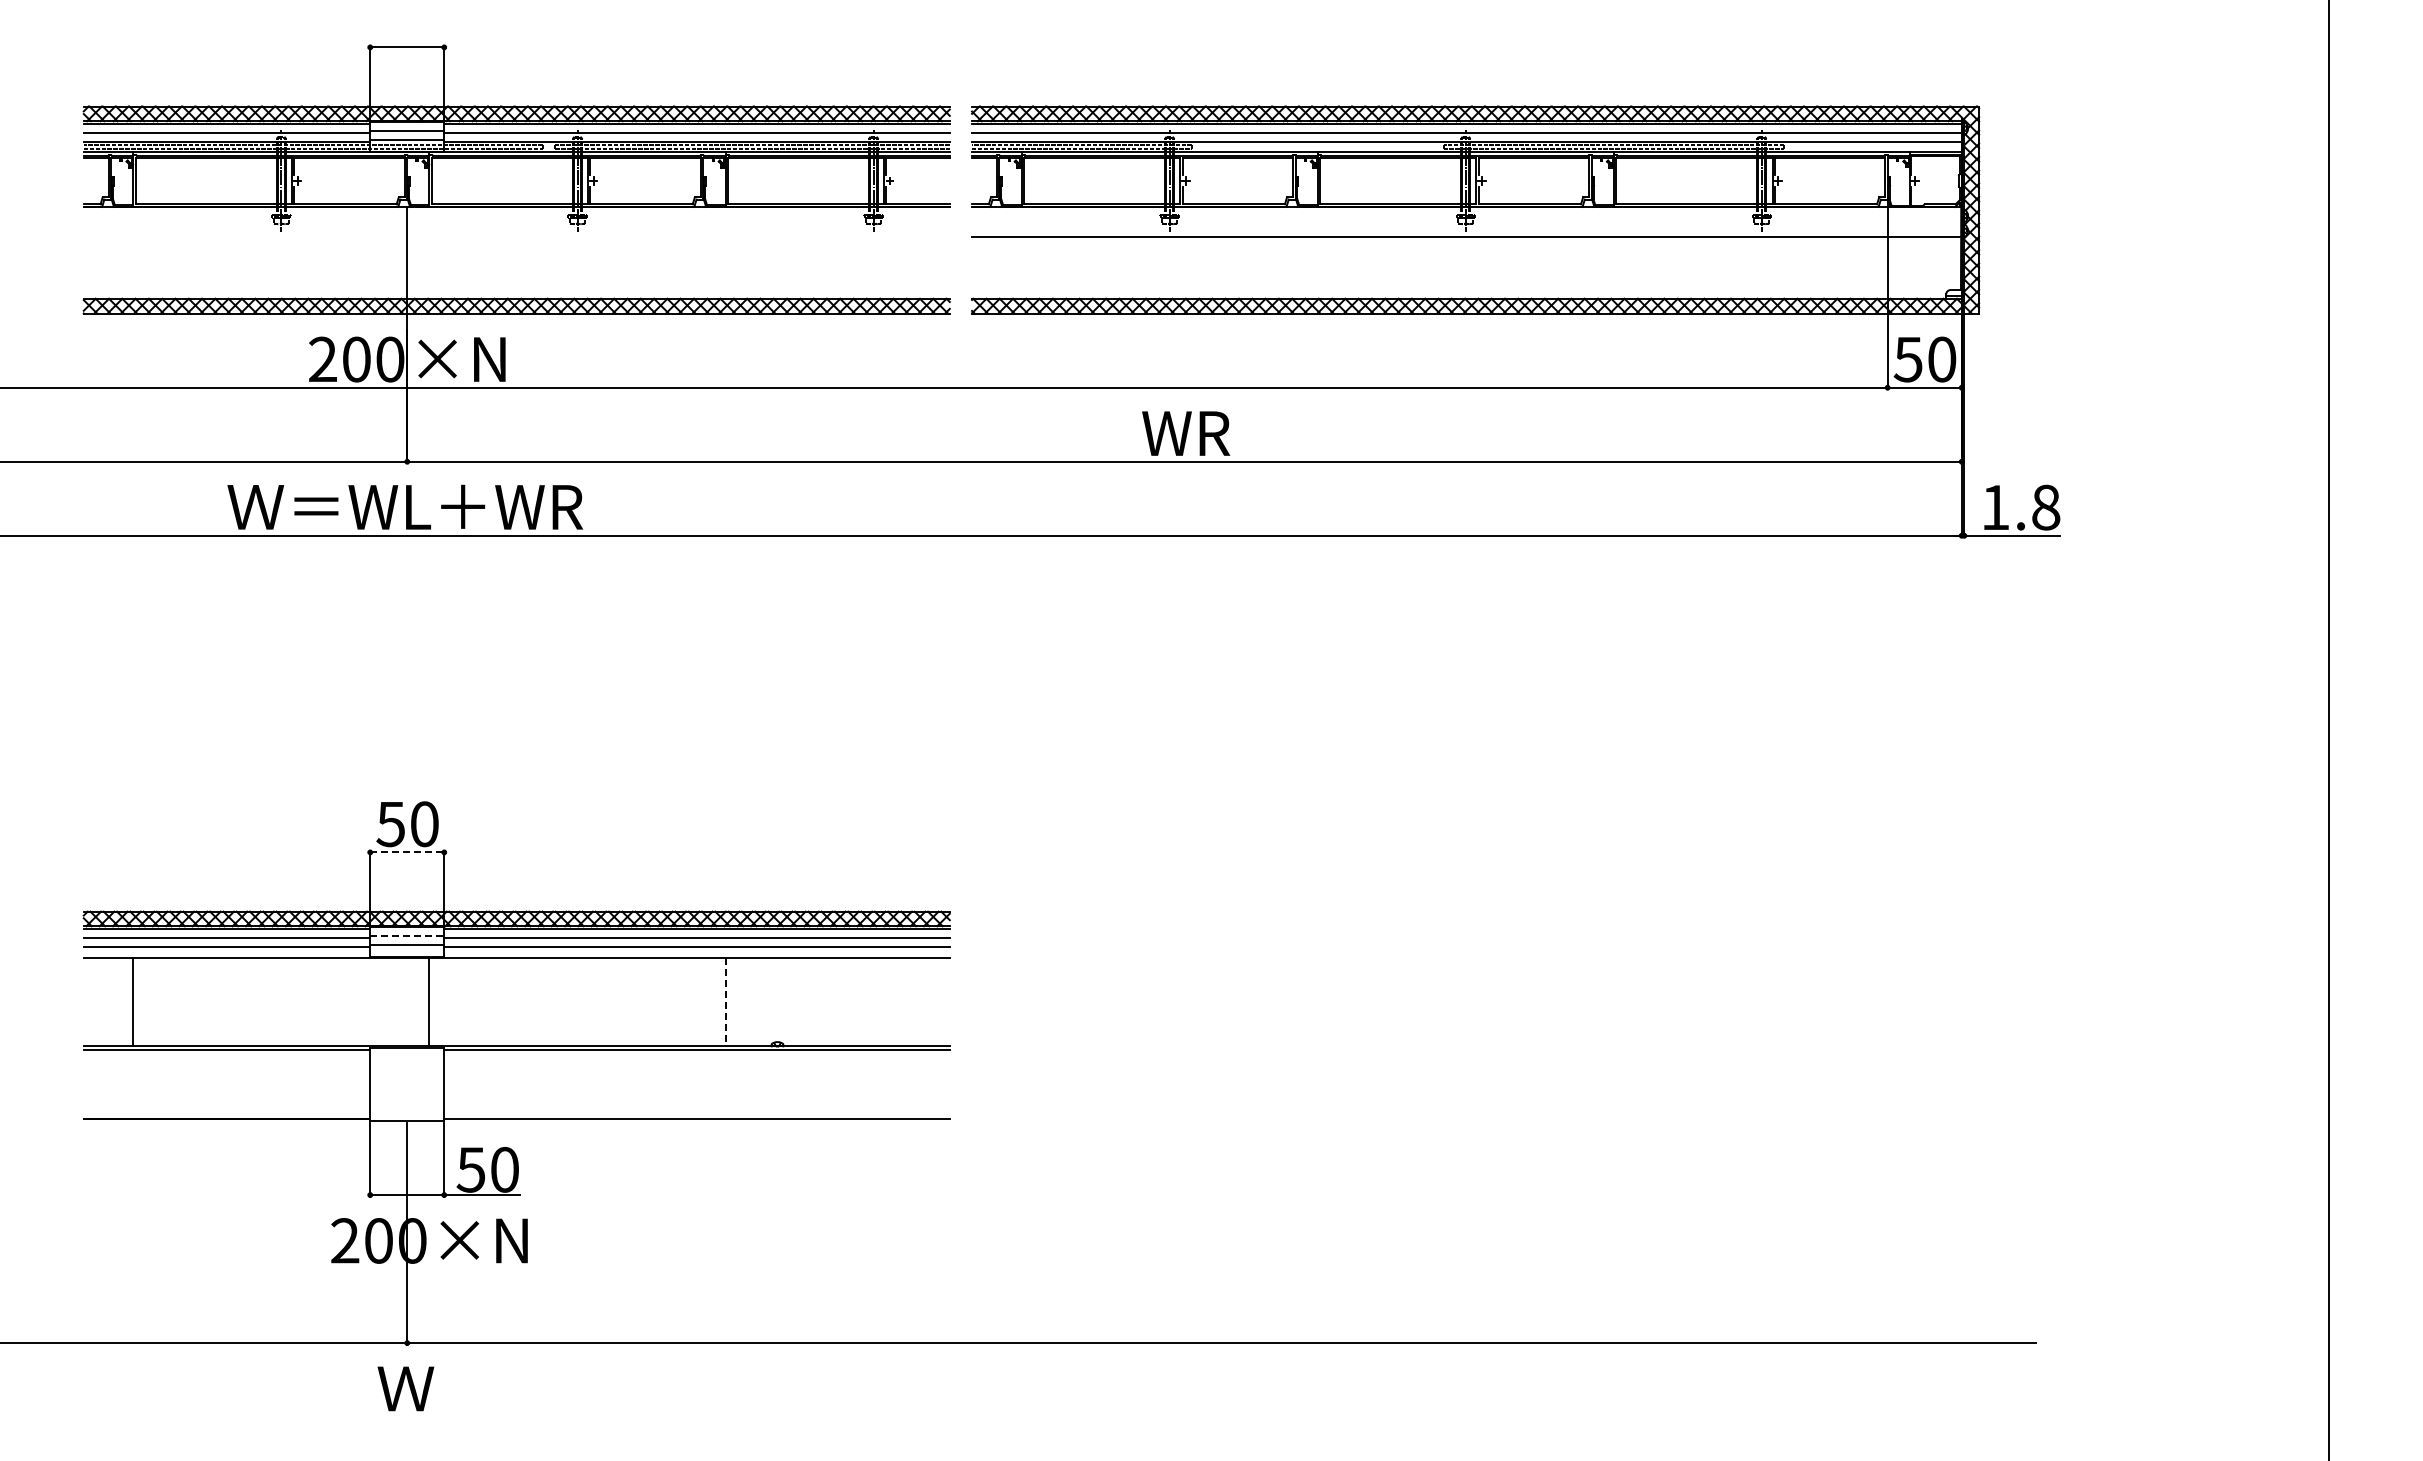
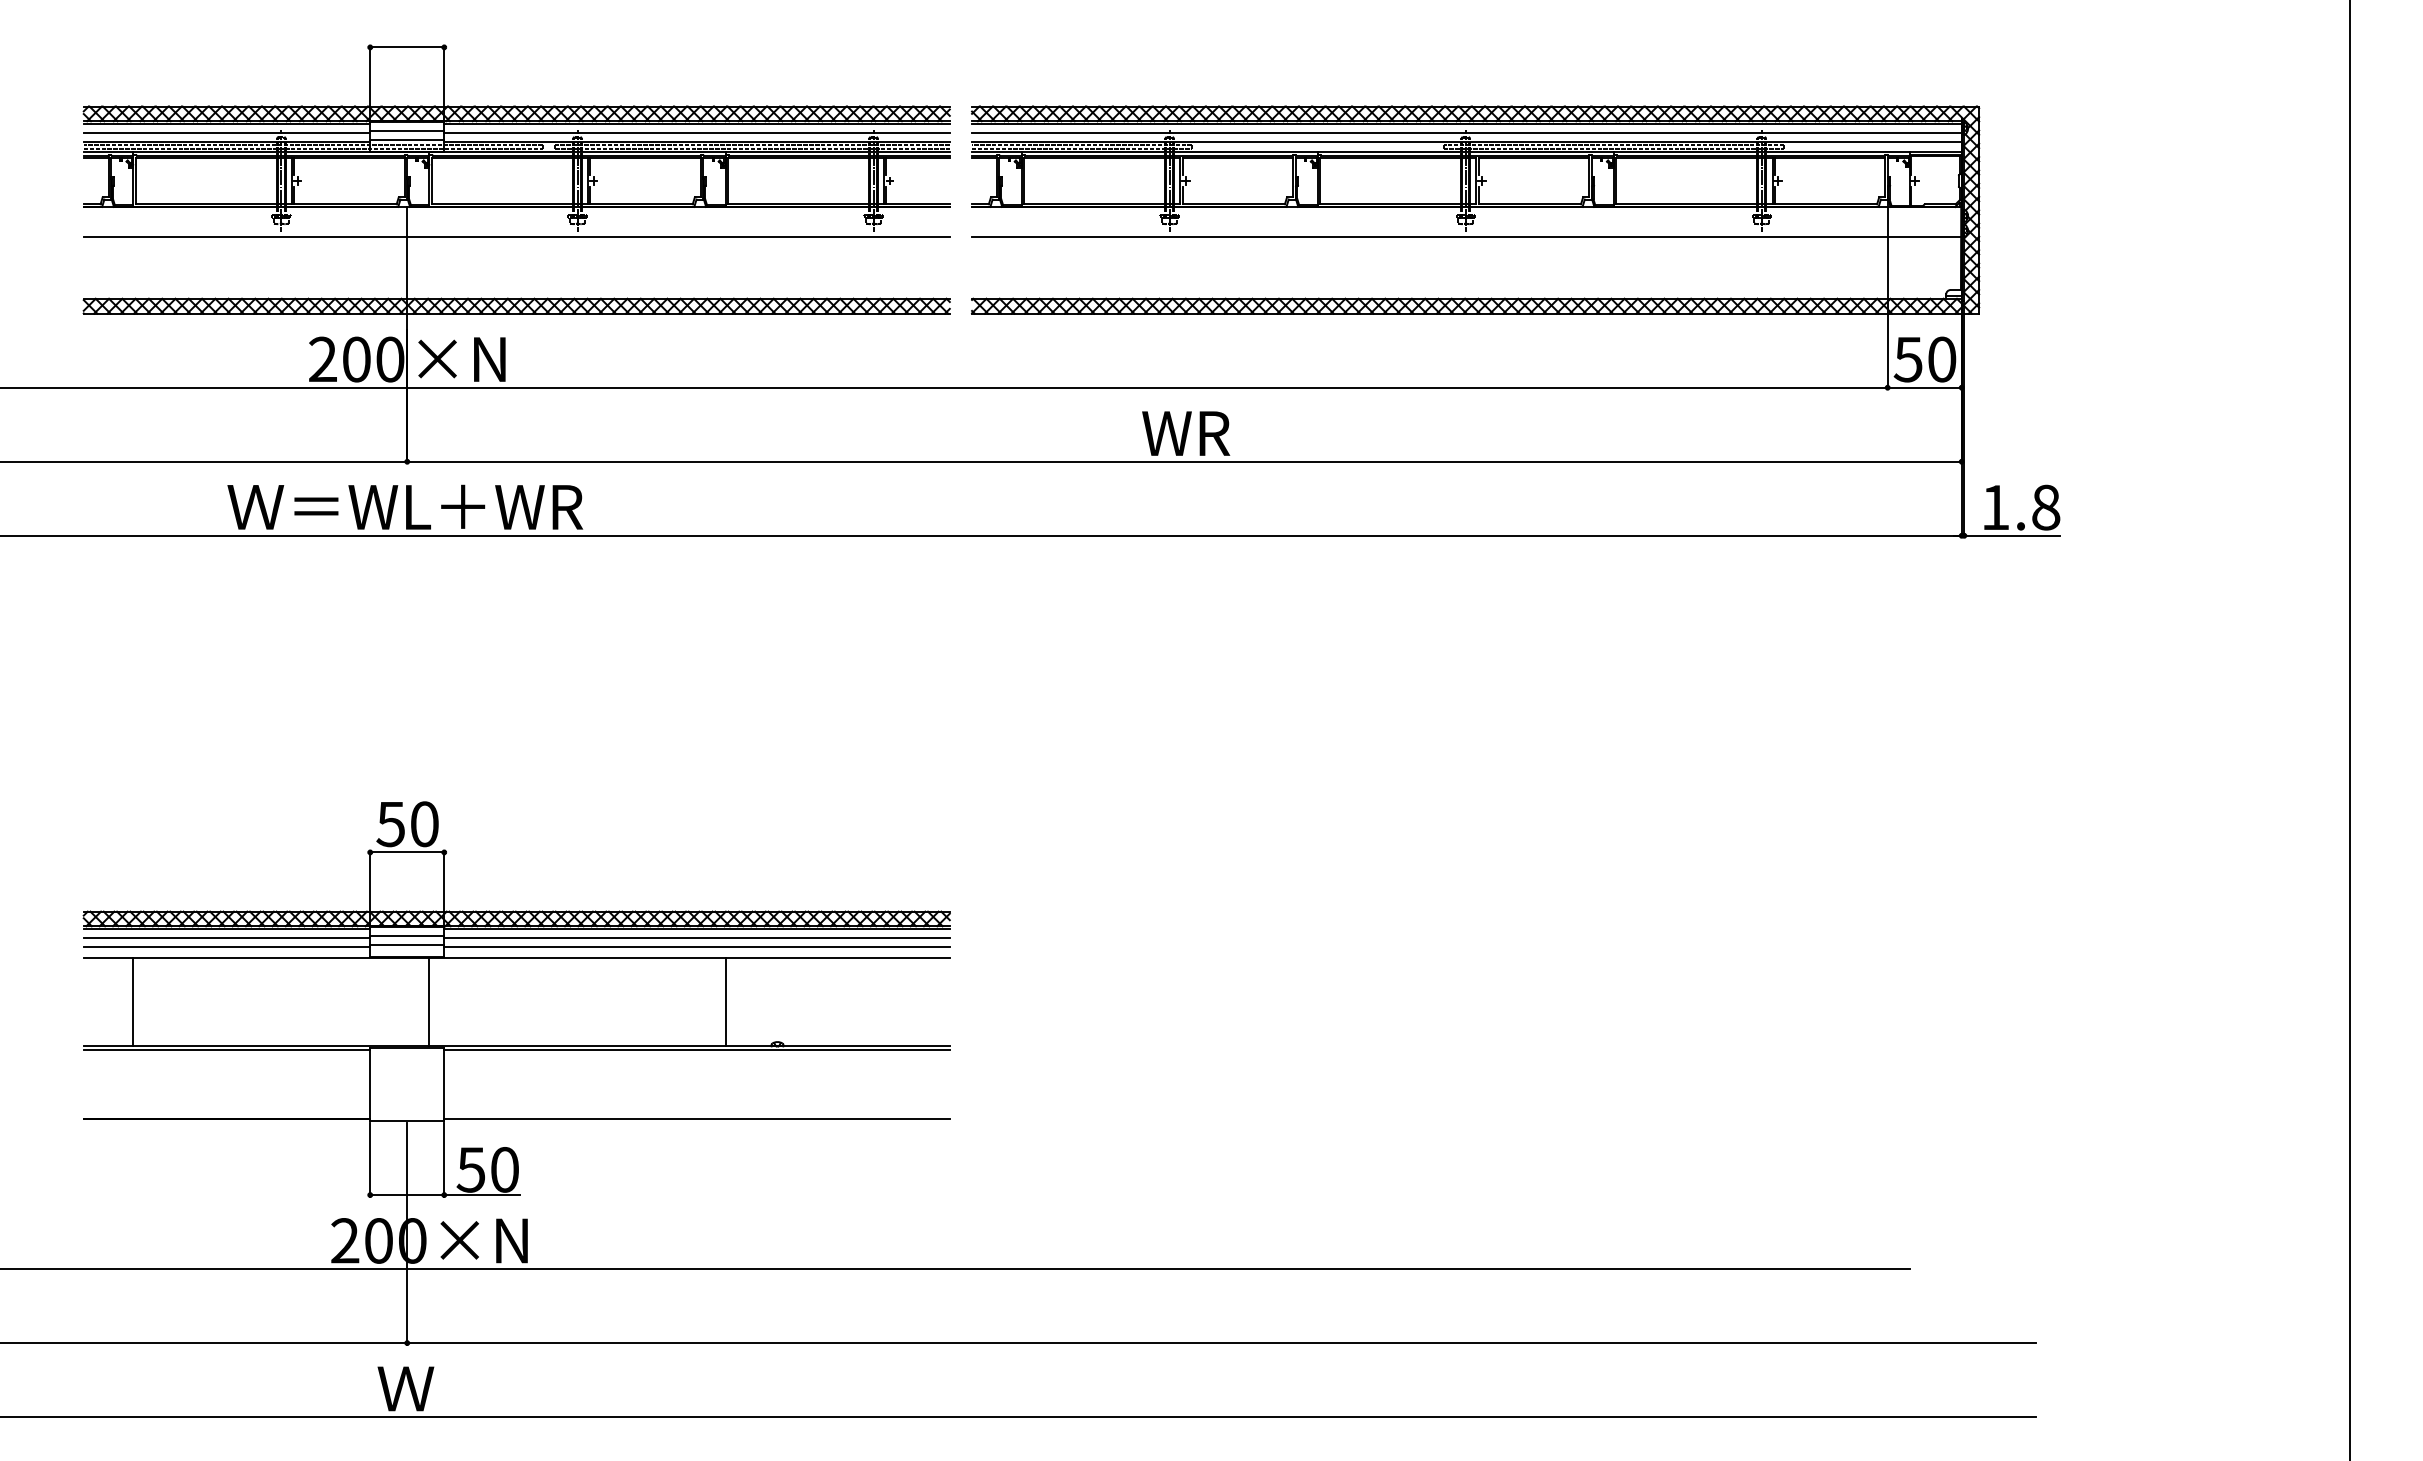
line at (516, 236): none -> present
line at (2329, 729) position: (2329, 729) -> (2350, 729)
line at (407, 852): dashed -> solid
line at (407, 936): dashed -> solid
line at (725, 1002): dashed -> solid
line at (955, 1269): none -> present
line at (1018, 1417): none -> present
